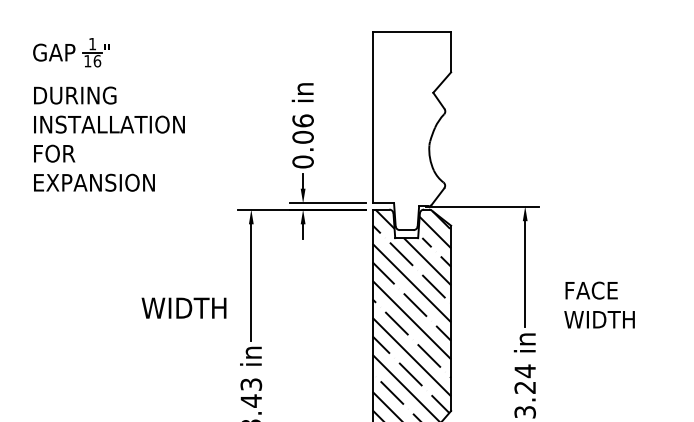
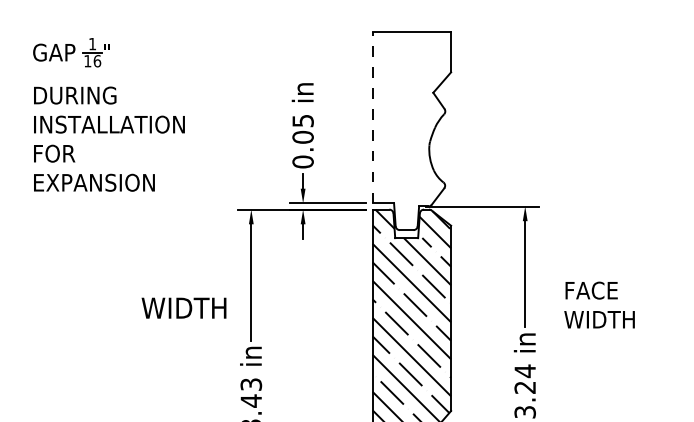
line at (372, 117): solid -> dashed
text at (302, 120): 0.06 -> 0.05
